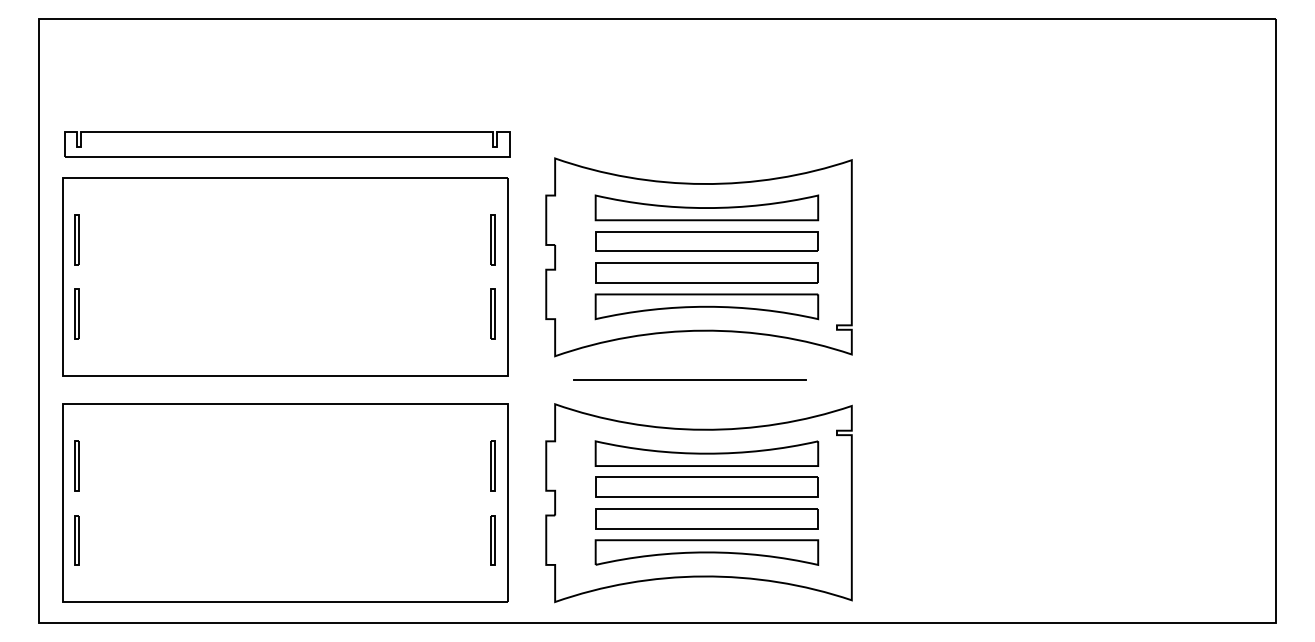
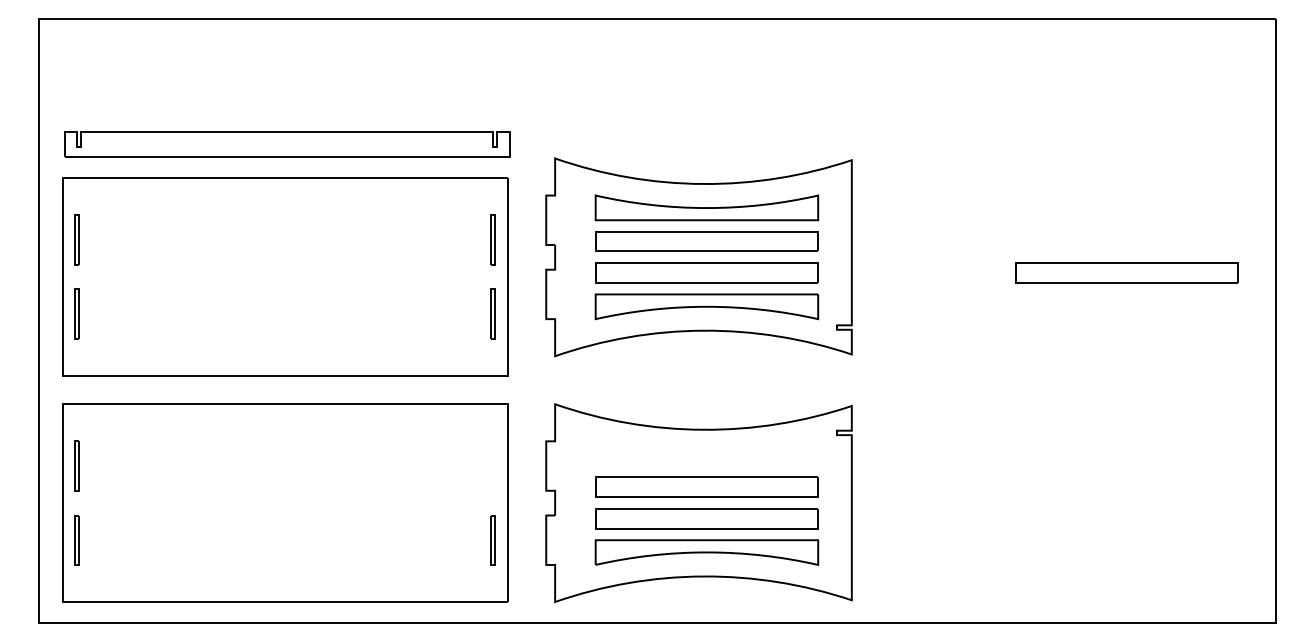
part at (1126, 272): none -> present
line at (689, 380): present -> none
part at (706, 453): present -> none
part at (492, 465): present -> none
